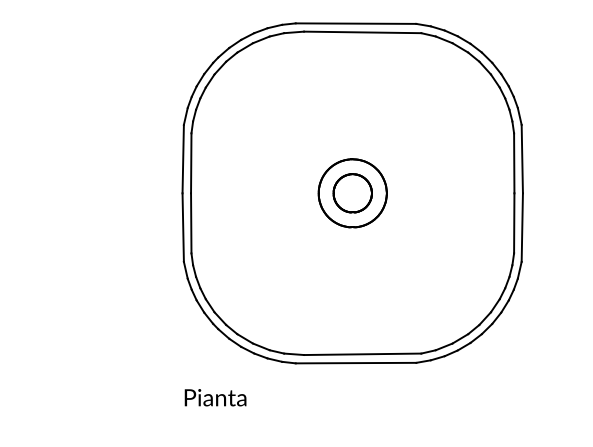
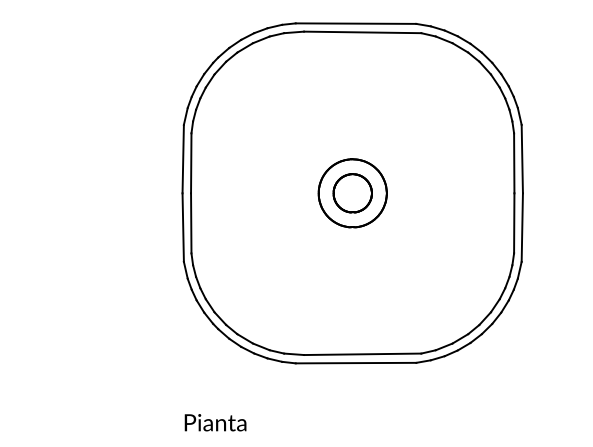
text at (215, 397) position: (215, 397) -> (215, 422)
